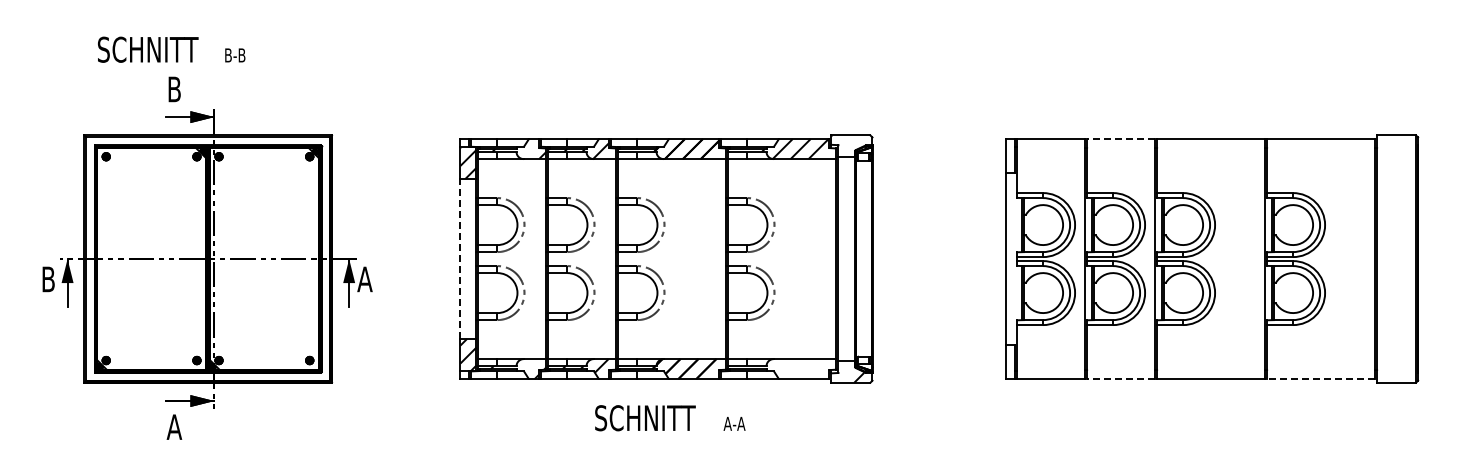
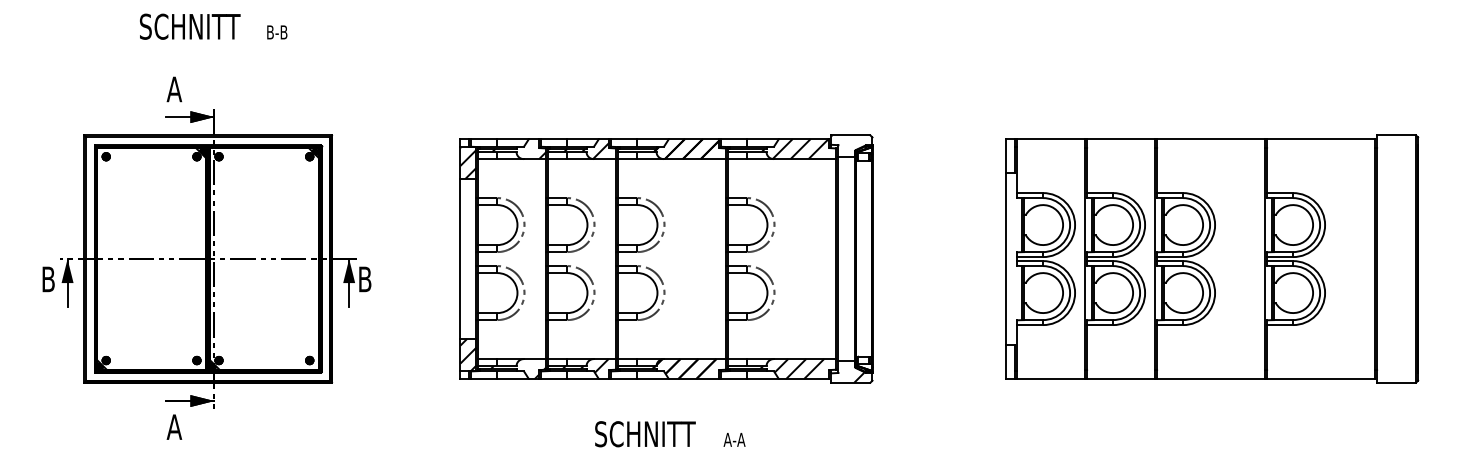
text at (171, 49) position: (171, 49) -> (213, 26)
text at (174, 89): B -> A
line at (1121, 139): dashed -> solid
line at (460, 259): dashed -> solid
text at (364, 279): A -> B
hatch at (792, 369): none -> present
line at (1121, 379): dashed -> solid
line at (1321, 379): dashed -> solid
text at (670, 418) position: (670, 418) -> (670, 434)
